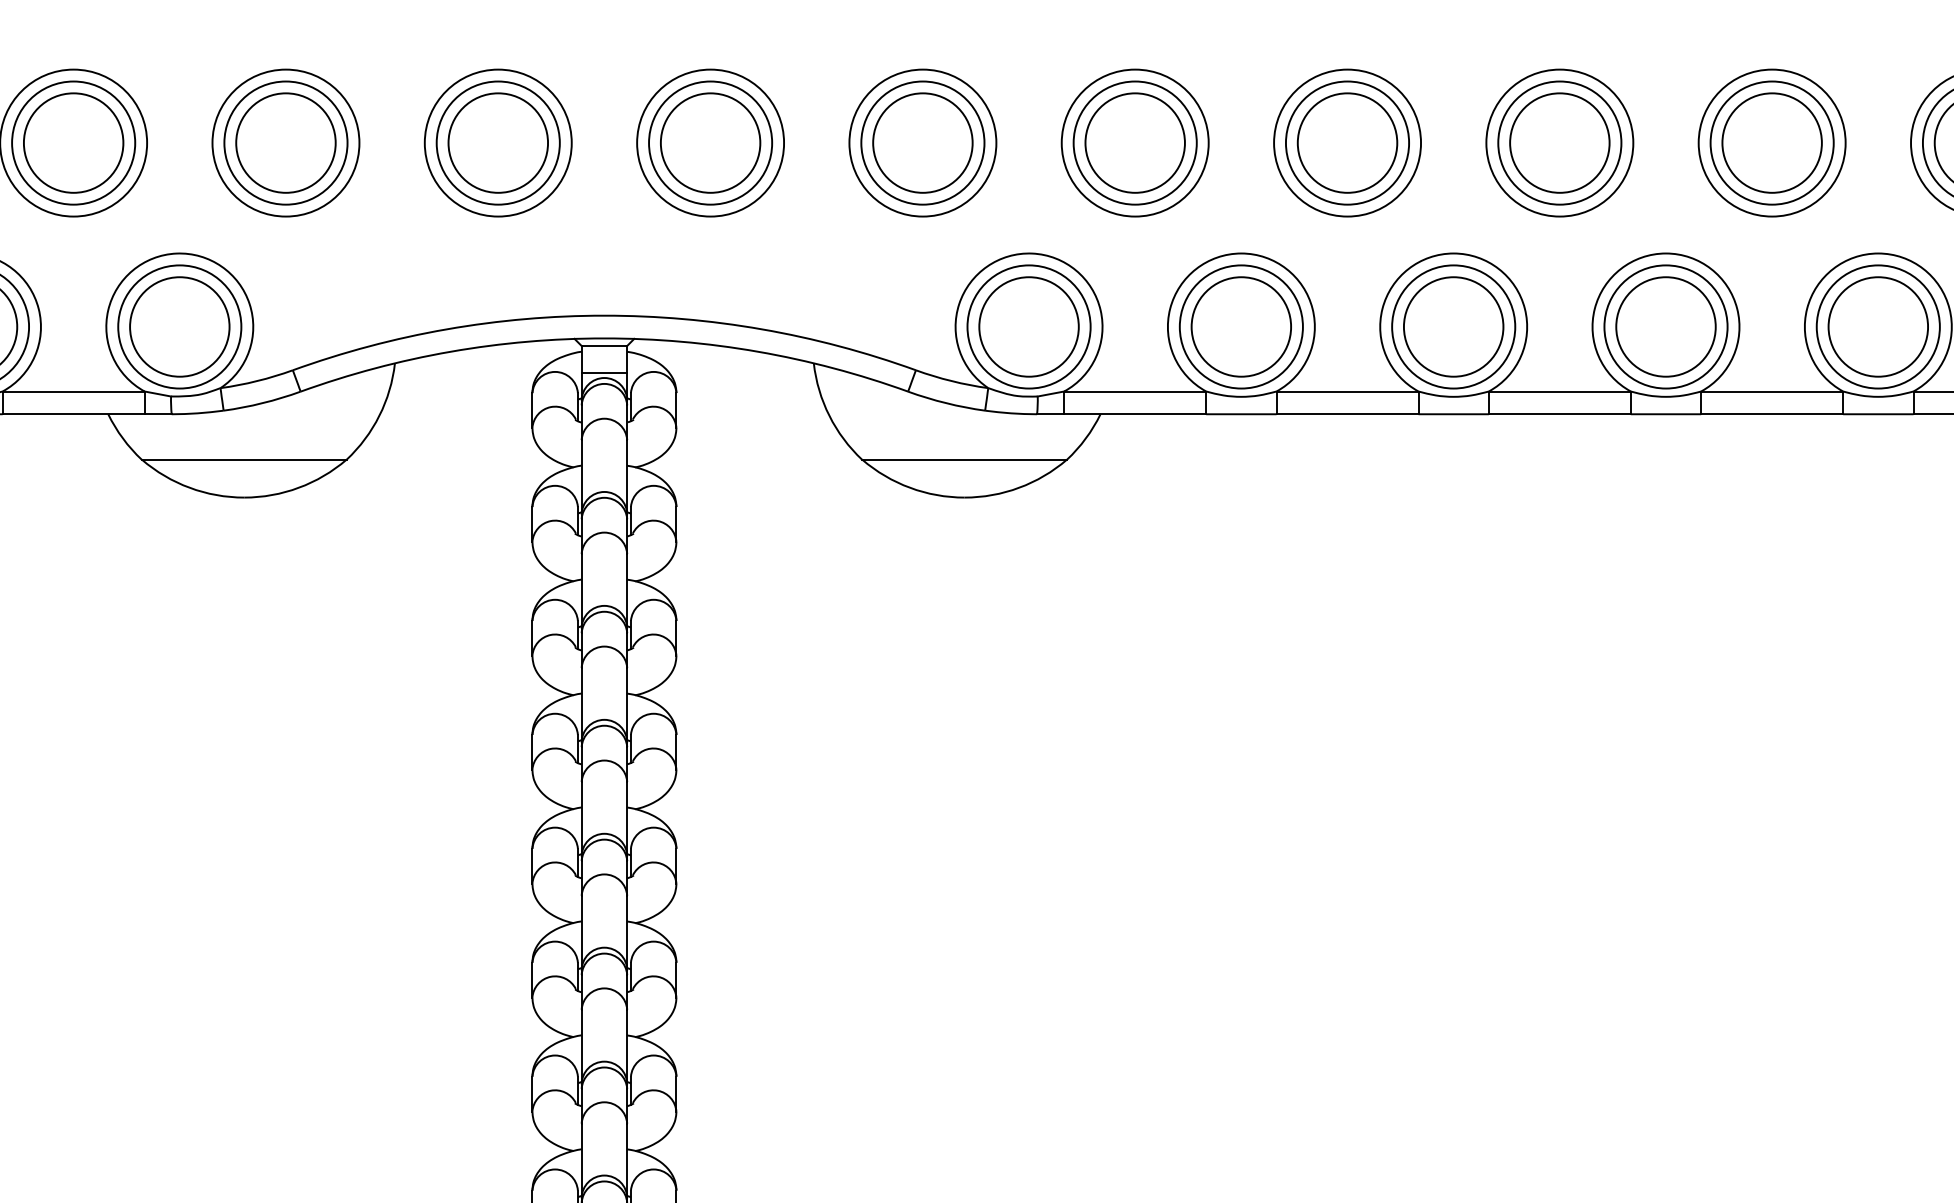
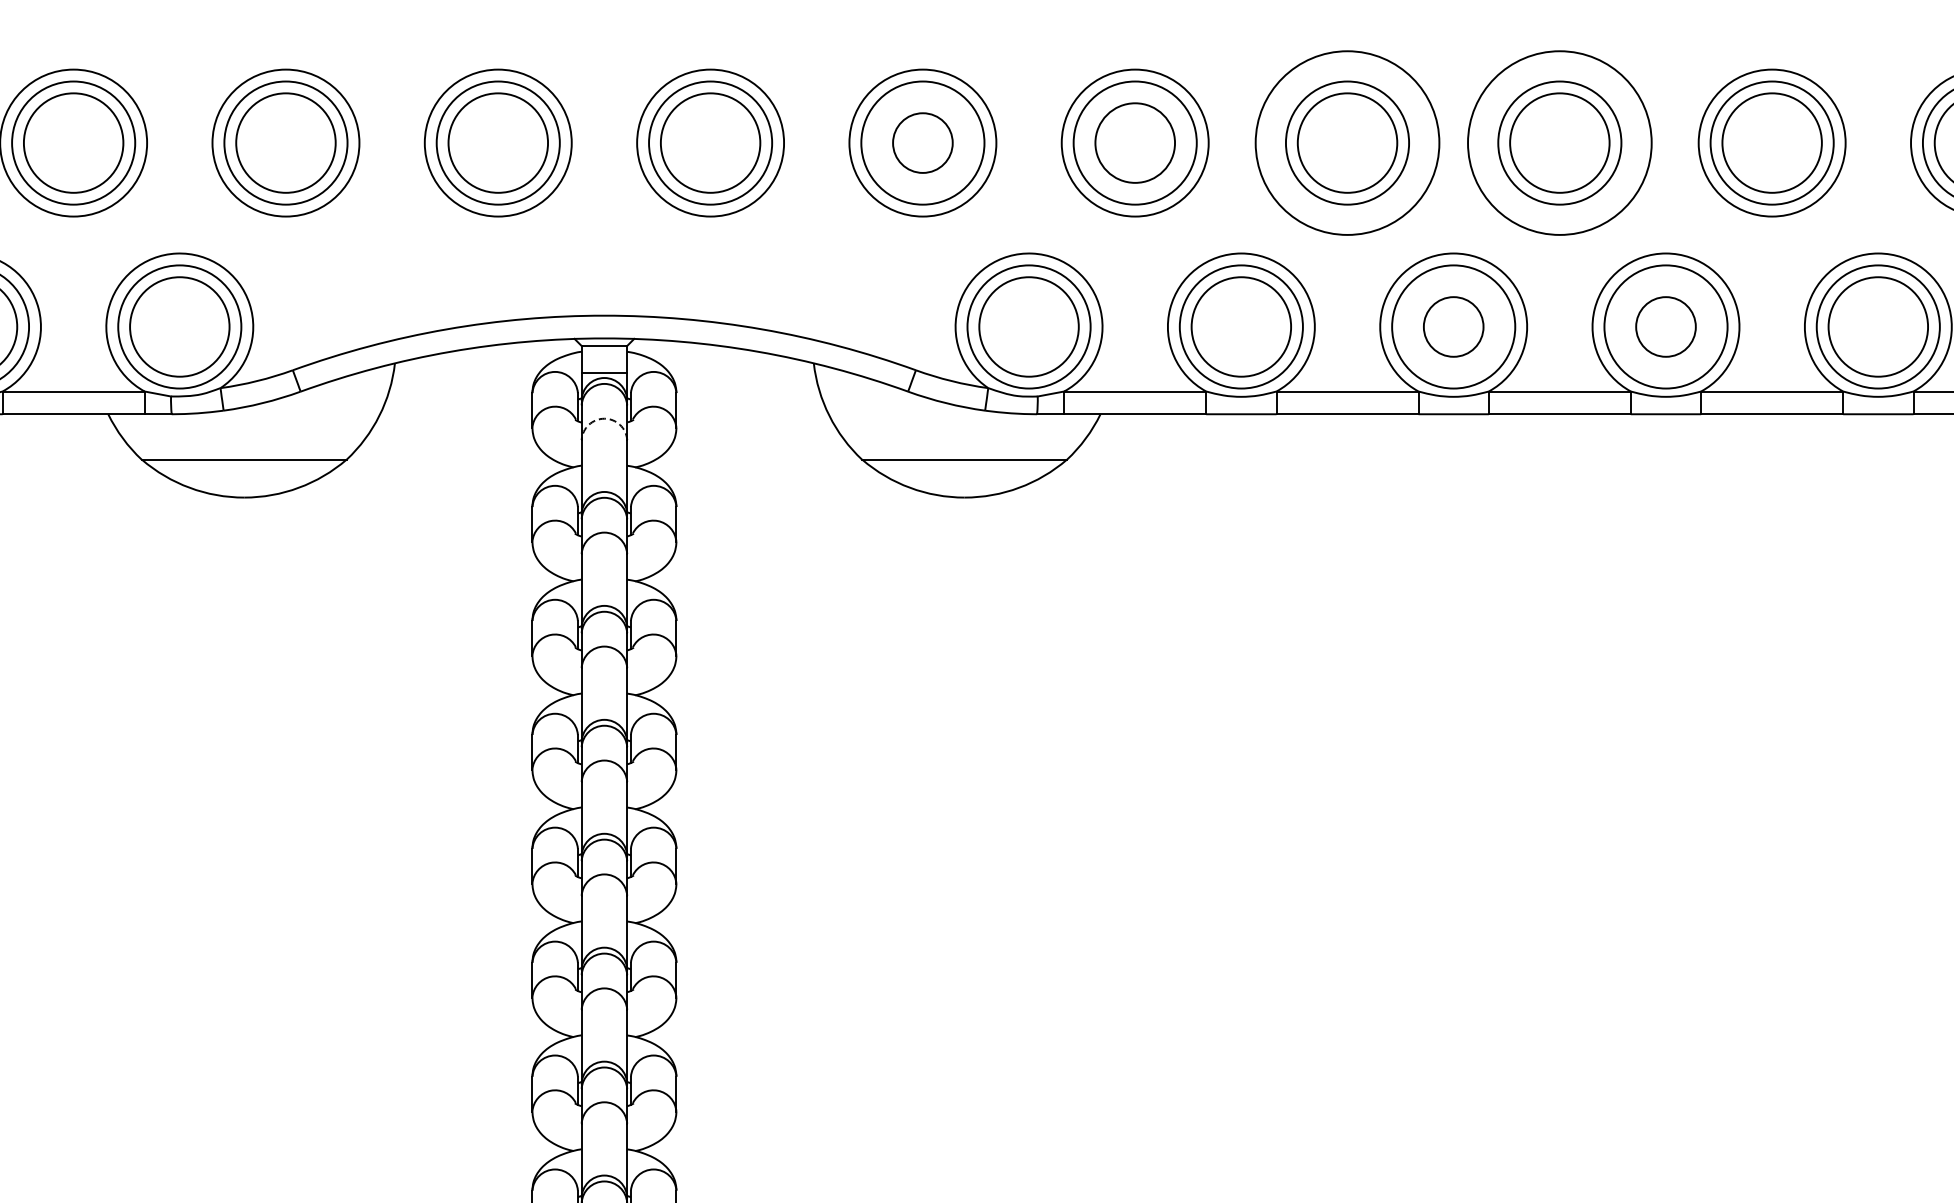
circle at (922, 142) diameter: 99 px -> 60 px
circle at (1134, 142) diameter: 99 px -> 80 px
circle at (1347, 142) diameter: 147 px -> 184 px
circle at (1559, 142) diameter: 147 px -> 184 px
circle at (1453, 326) diameter: 99 px -> 60 px
circle at (1665, 326) diameter: 99 px -> 60 px
arc at (604, 418): solid -> dashed
